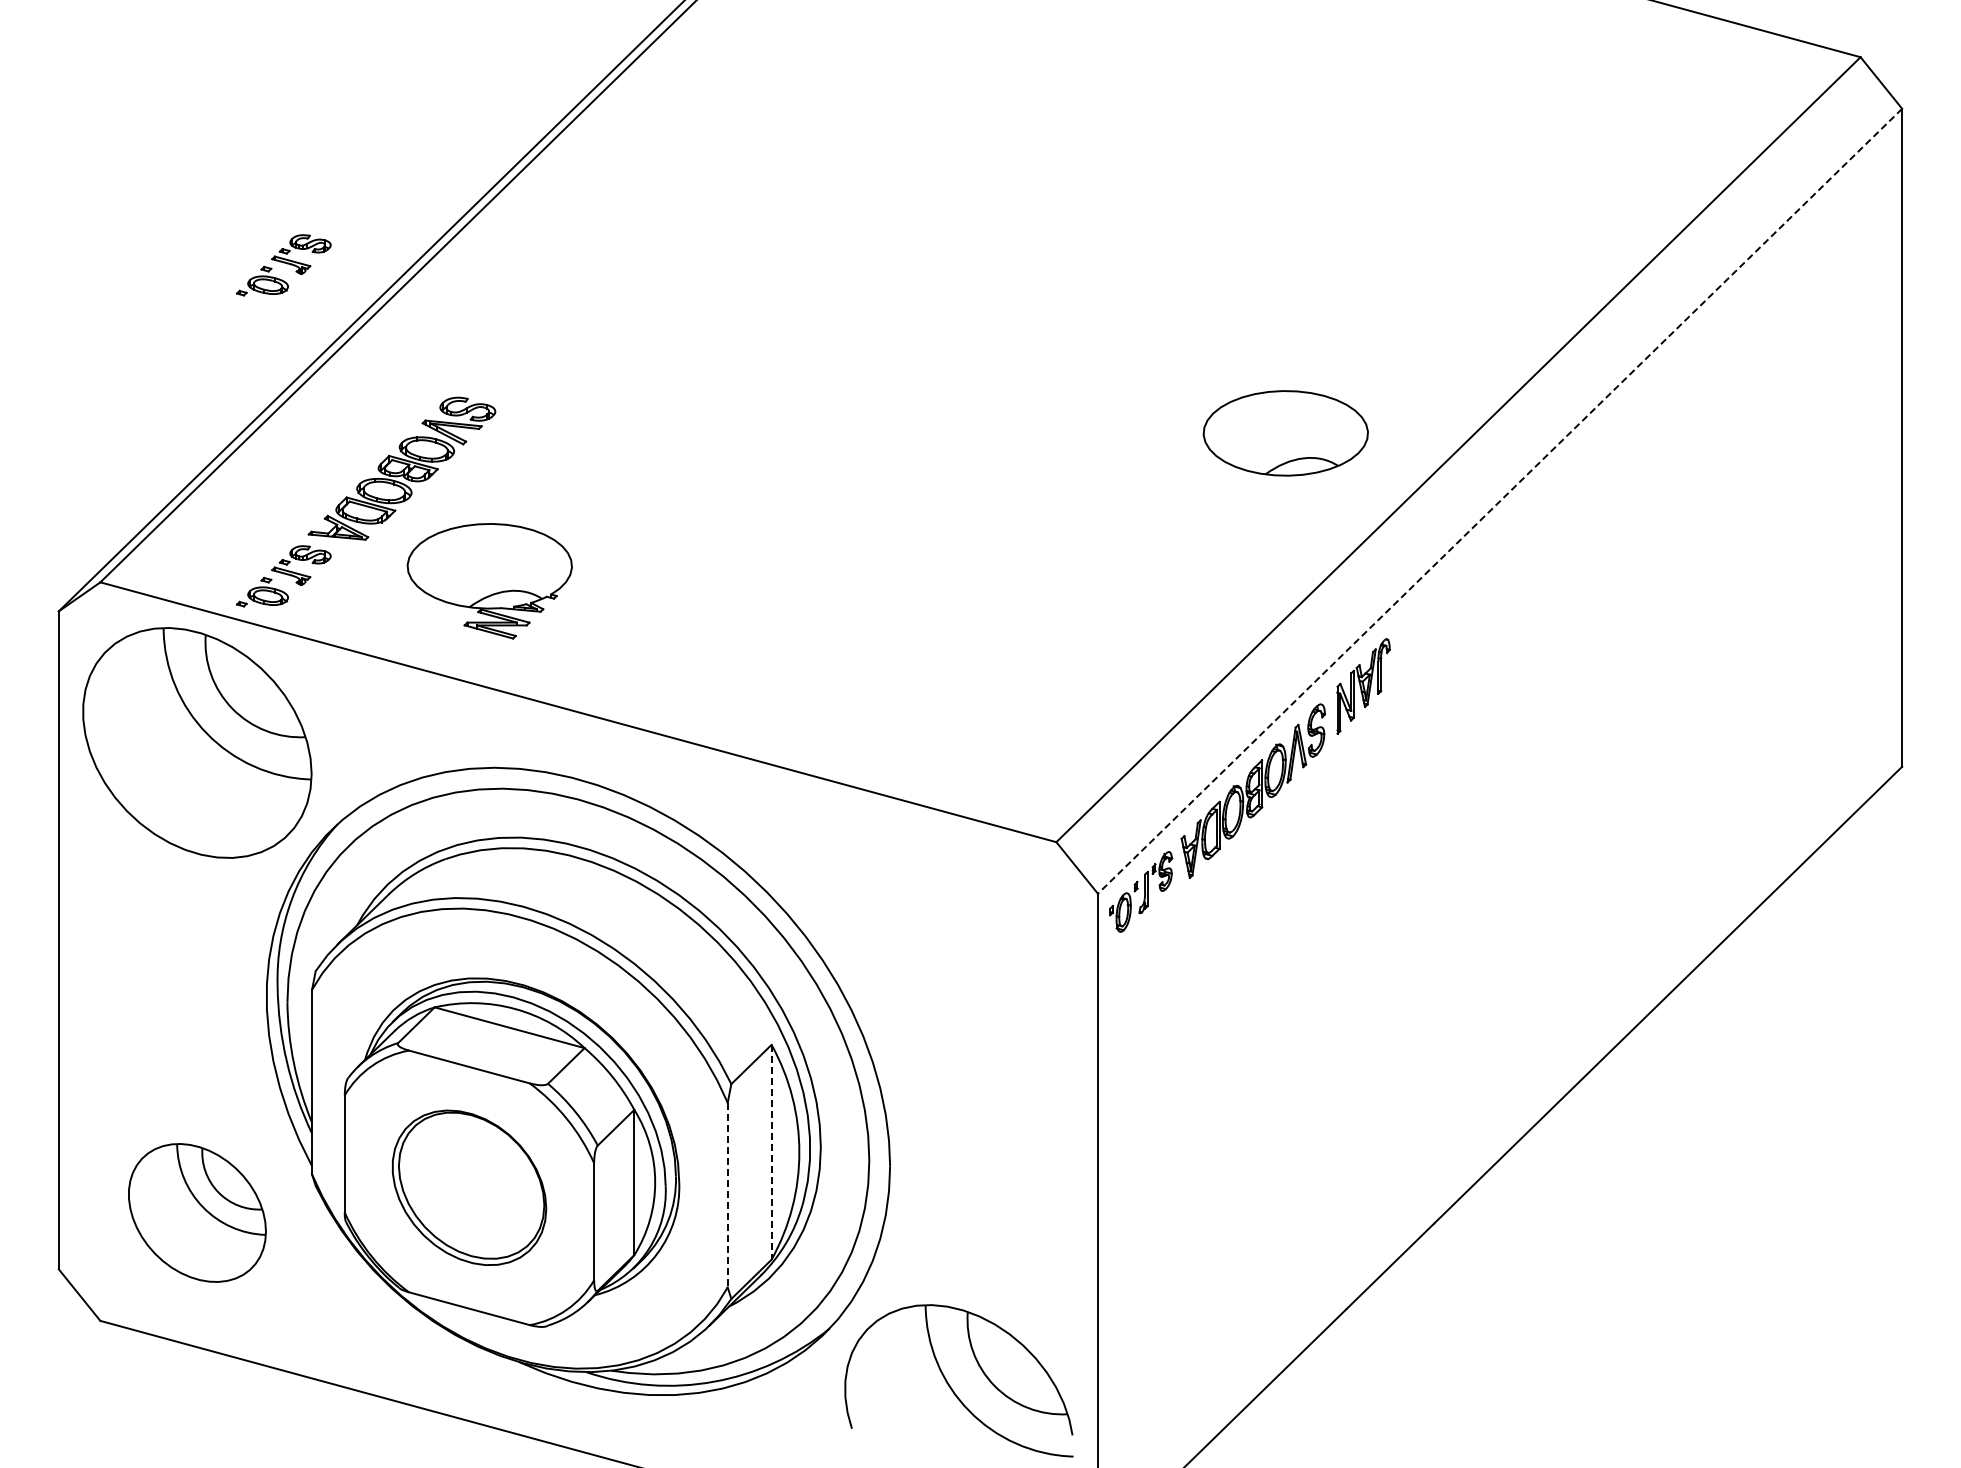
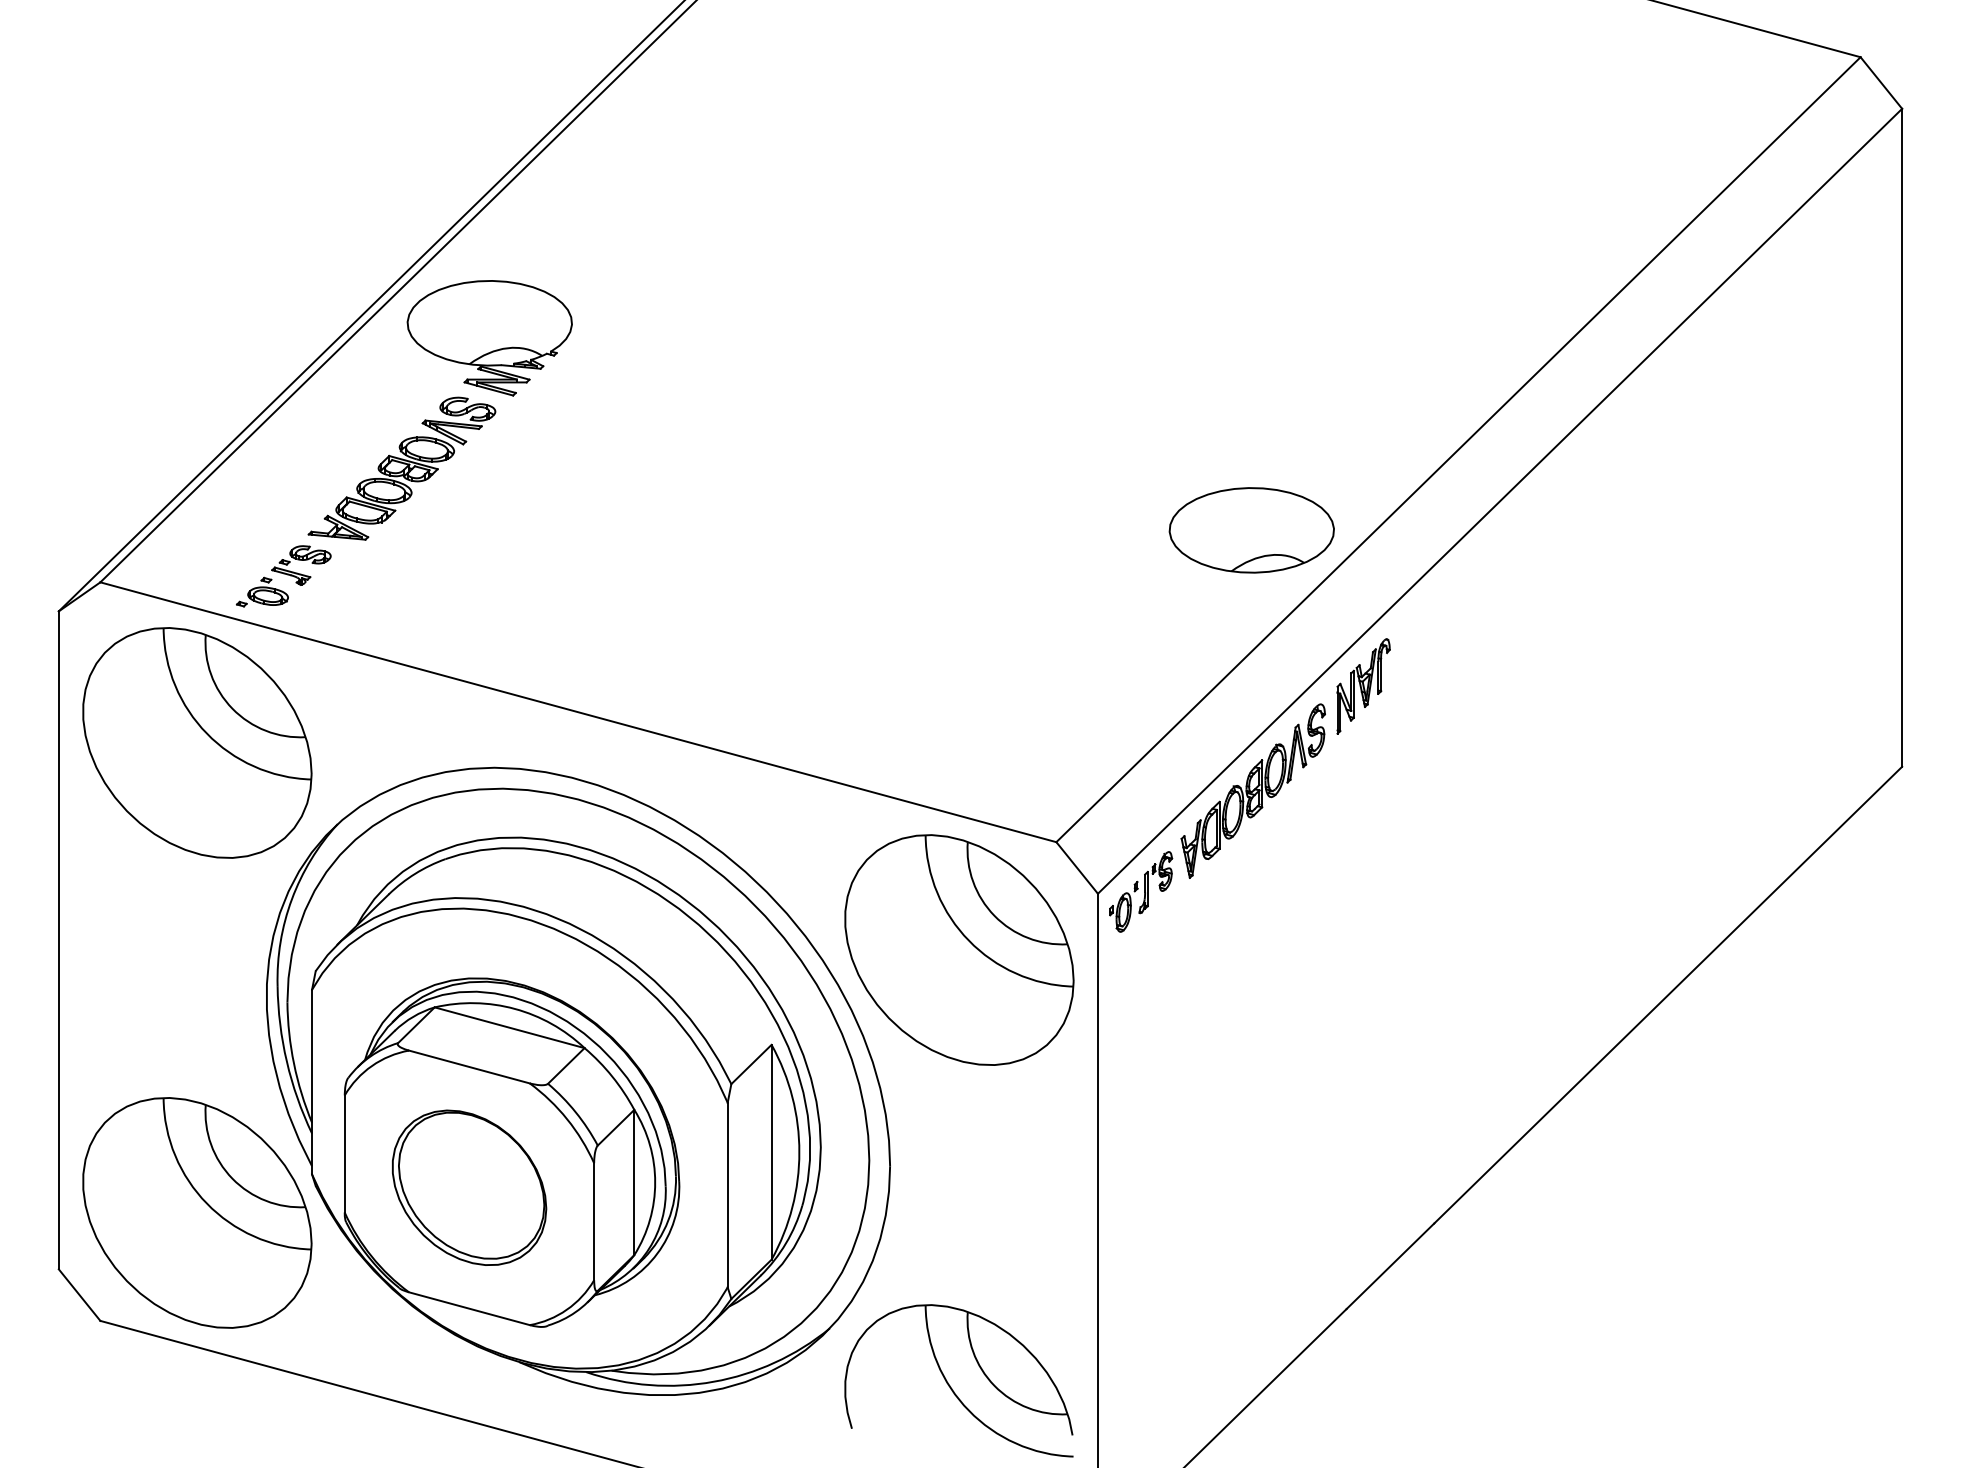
part at (283, 265): present -> none
part at (1285, 433) position: (1285, 433) -> (1251, 530)
line at (1500, 501): dashed -> solid
part at (489, 581) position: (489, 581) -> (489, 338)
part at (959, 949): none -> present
line at (771, 1152): dashed -> solid
line at (727, 1195): dashed -> solid
part at (197, 1212) size: 139x140 px -> 231x232 px
